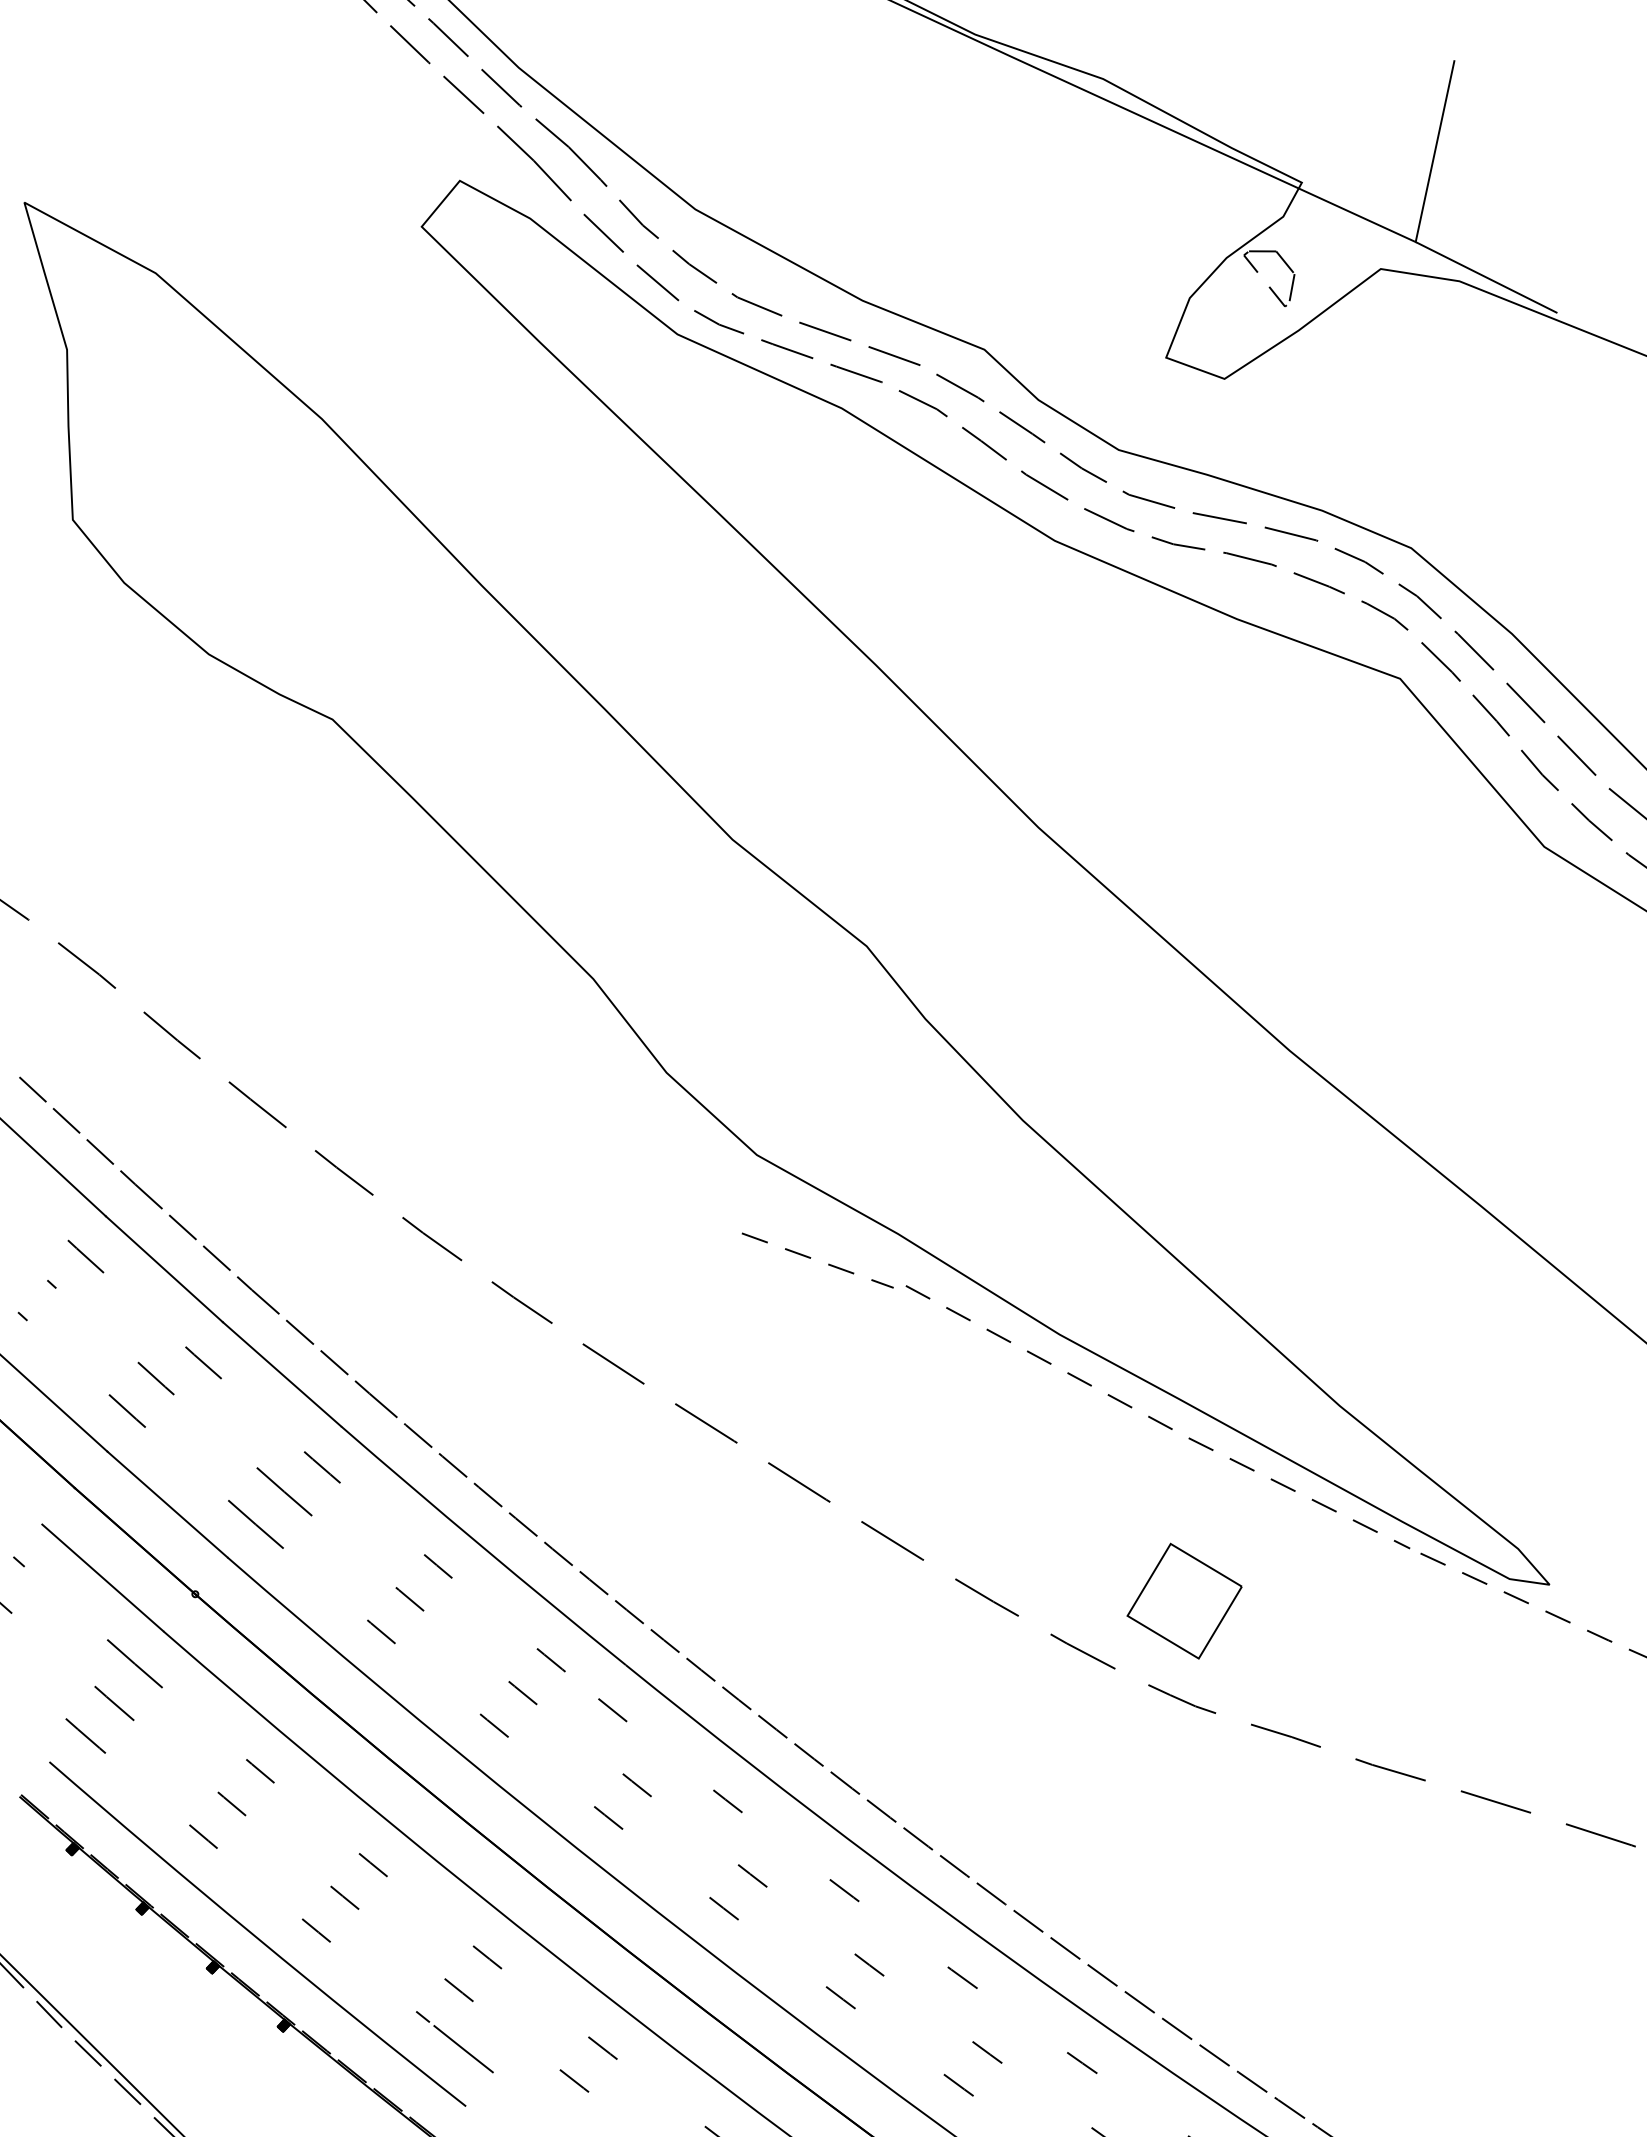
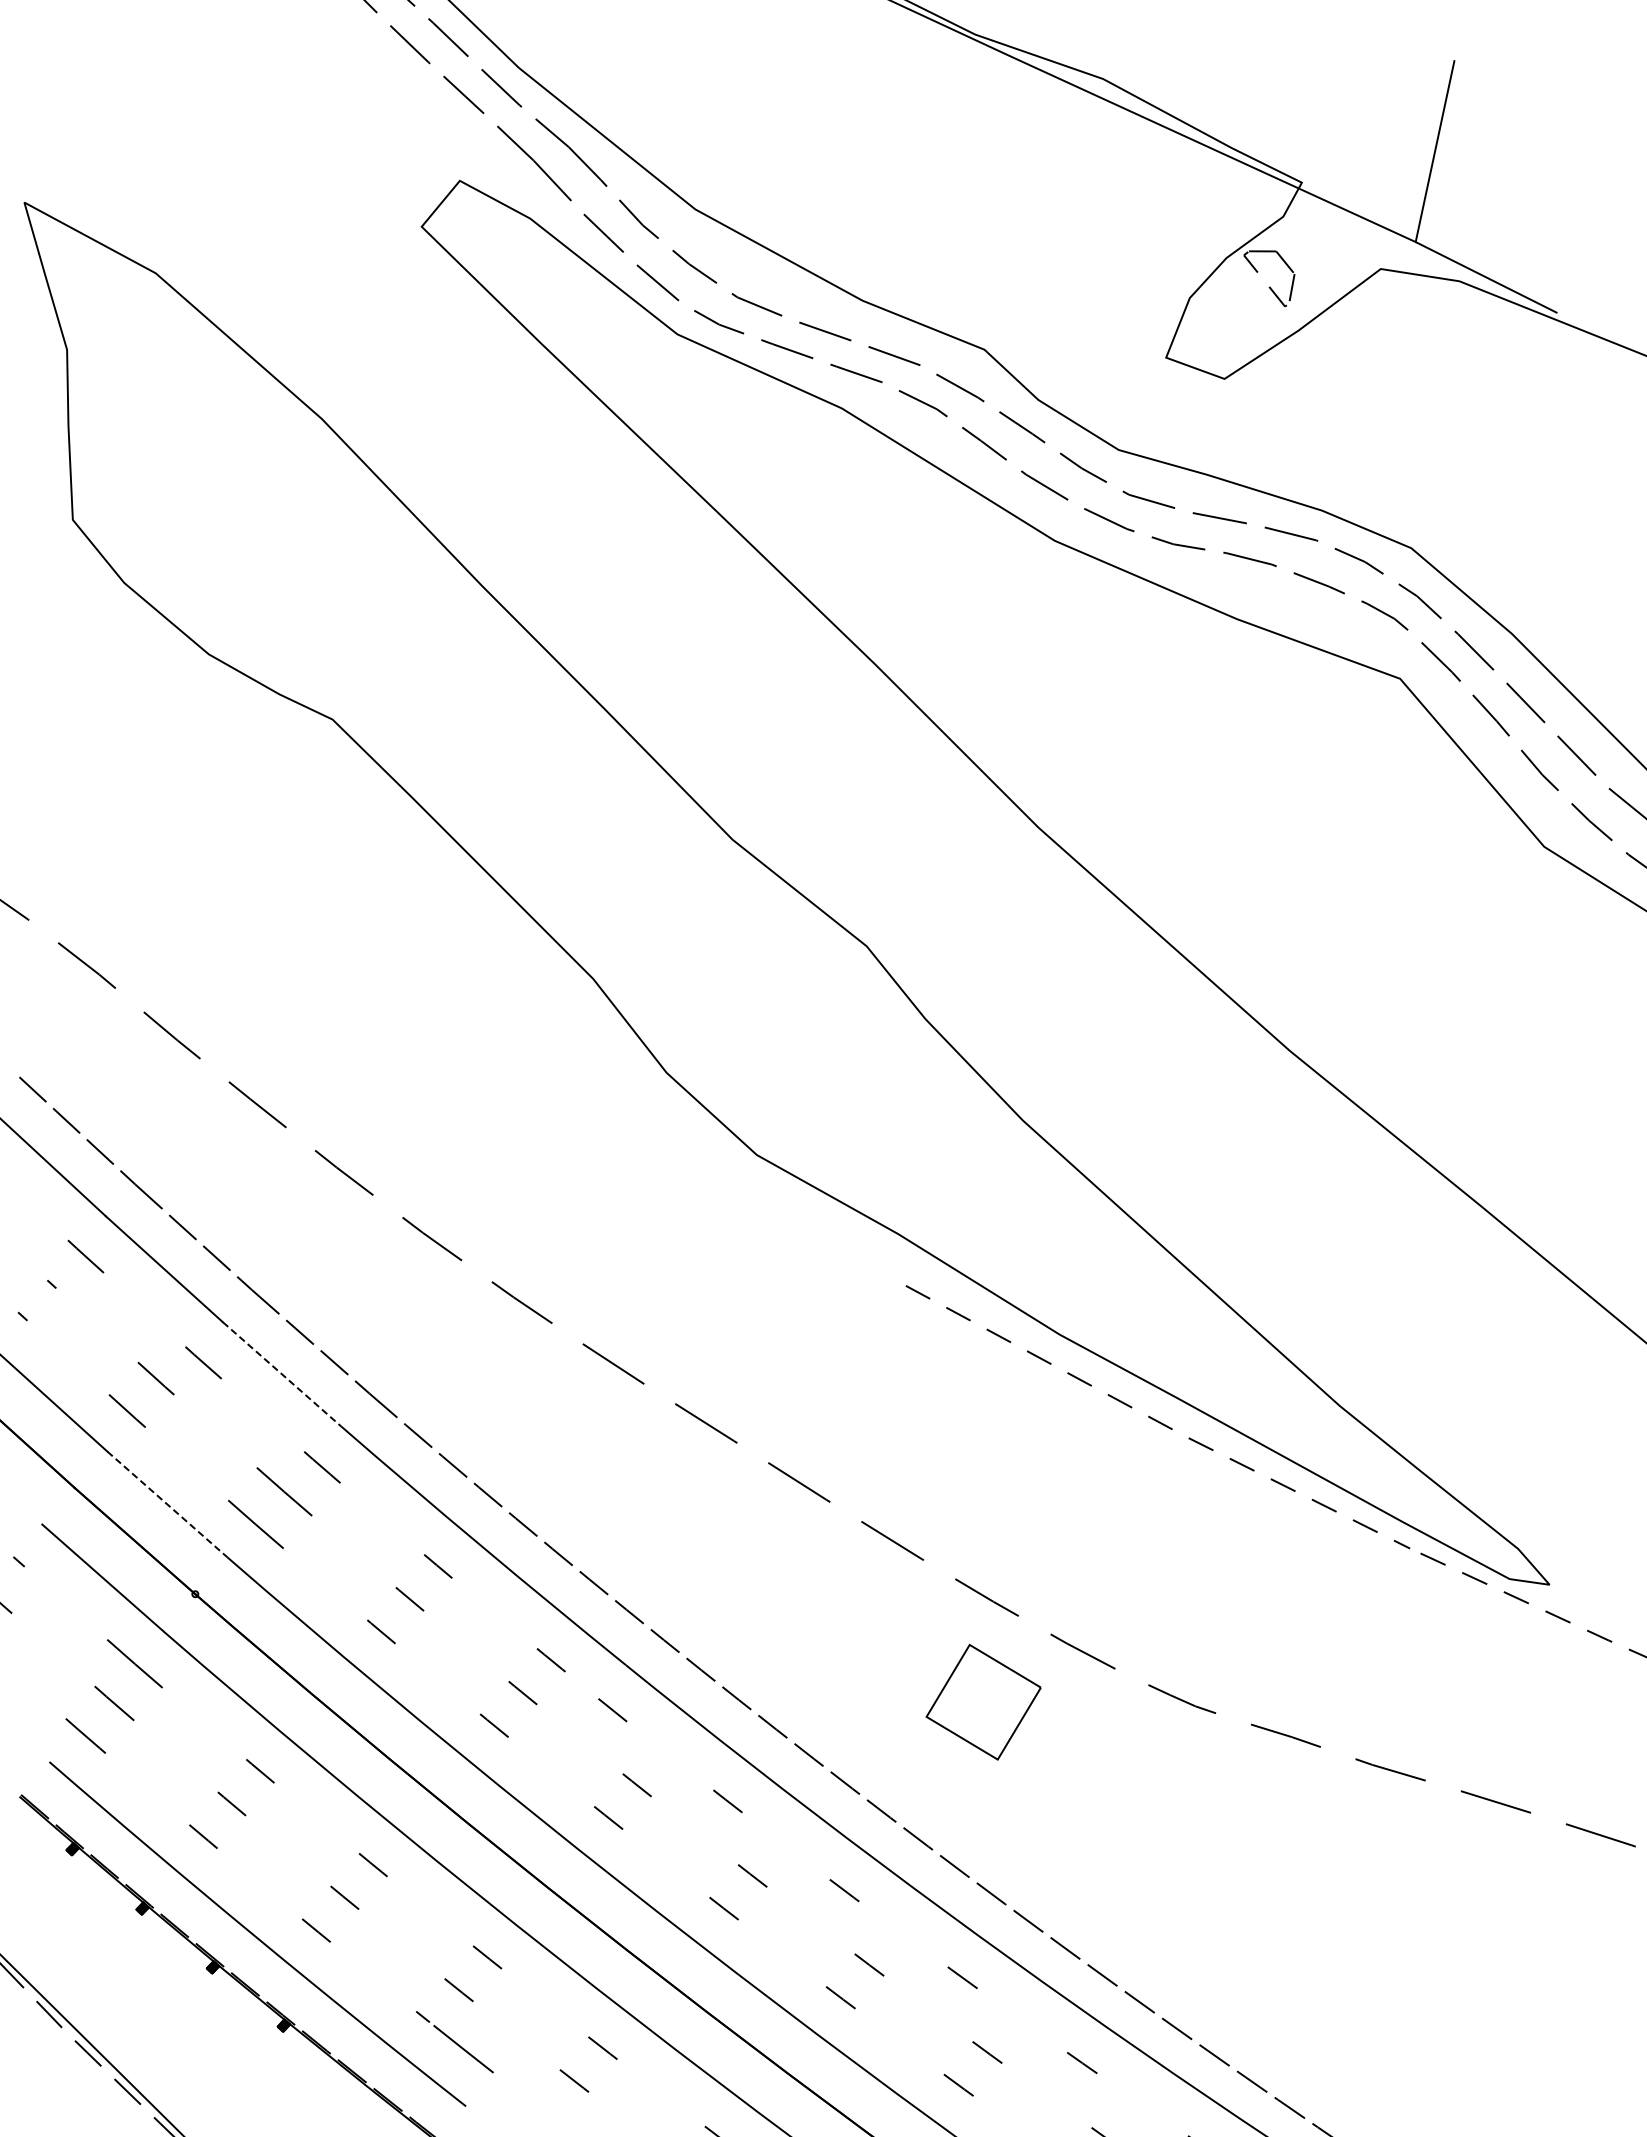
line at (811, 1257): present -> none
line at (282, 1374): solid -> dashed
line at (167, 1504): solid -> dashed
part at (1184, 1600) position: (1184, 1600) -> (983, 1701)
